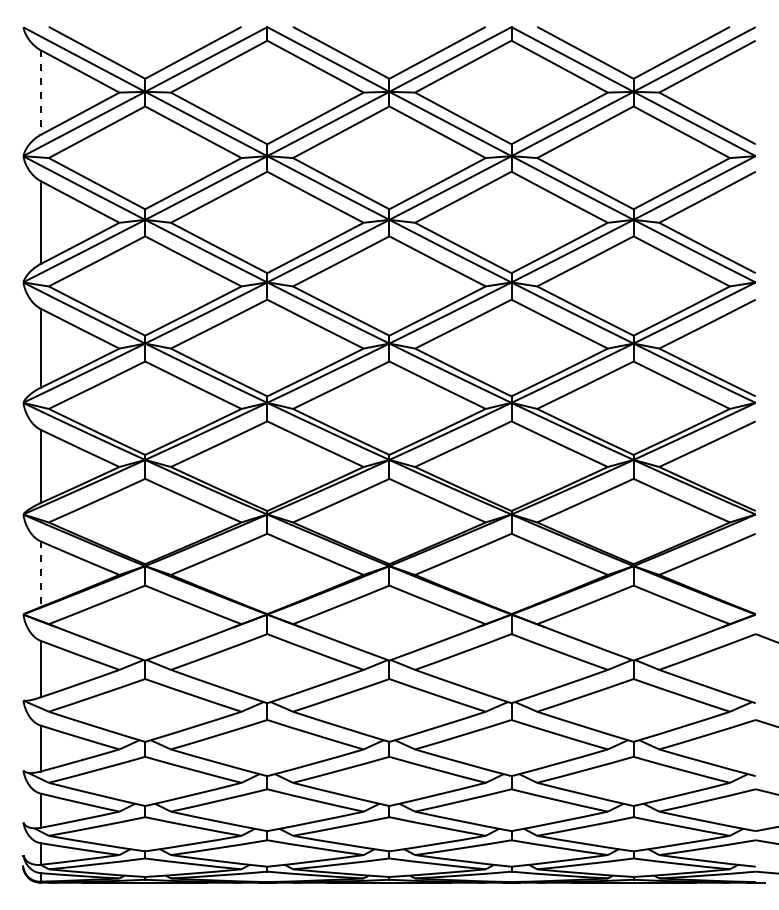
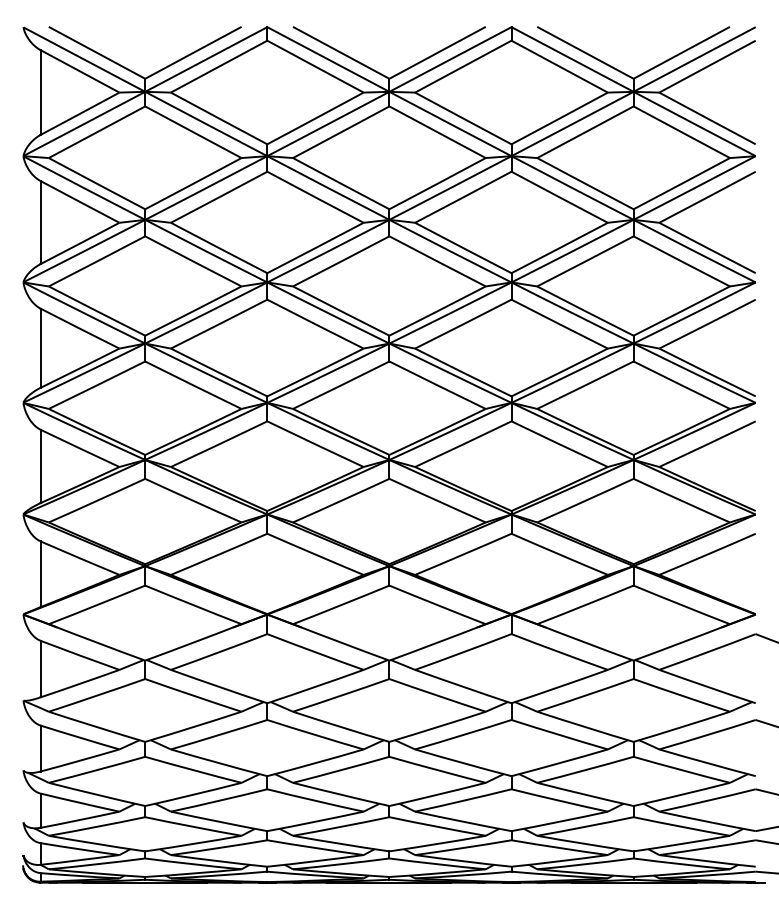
line at (40, 93): dashed -> solid
line at (40, 574): dashed -> solid
